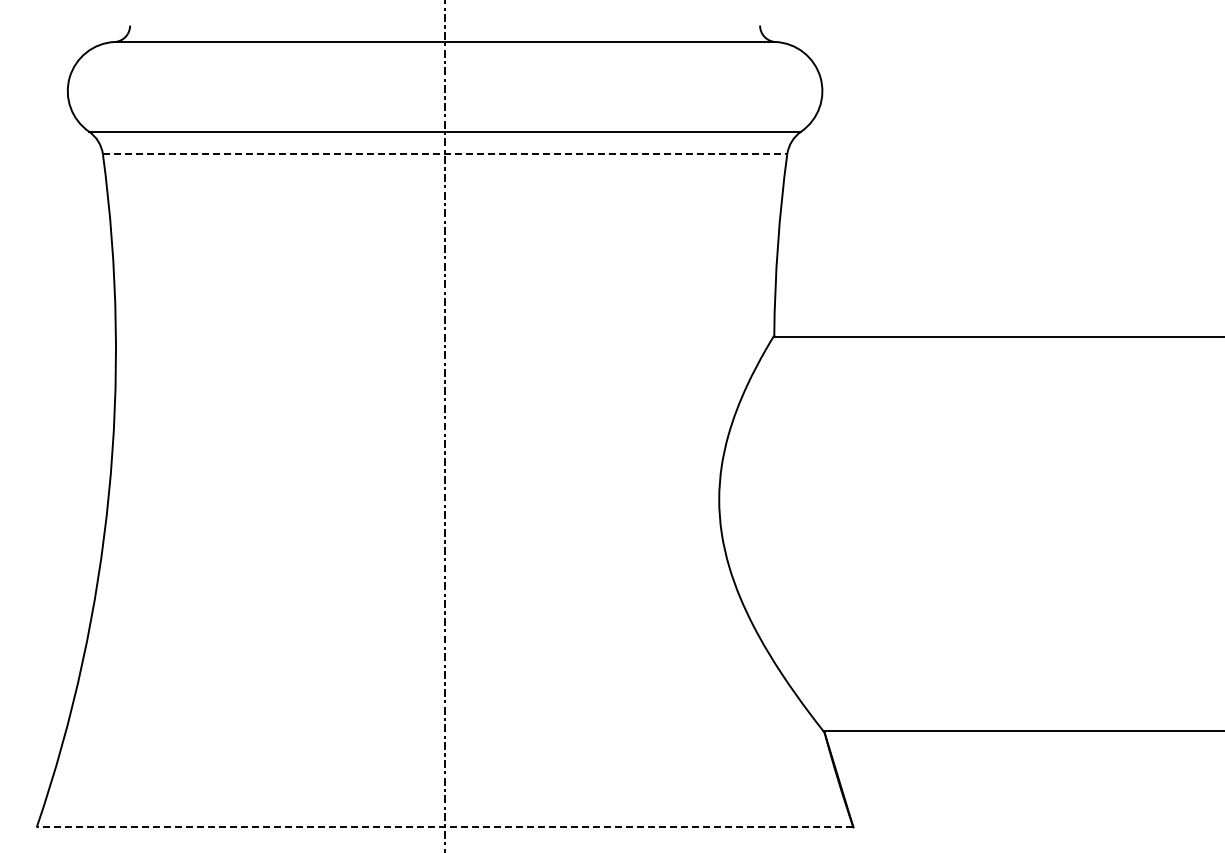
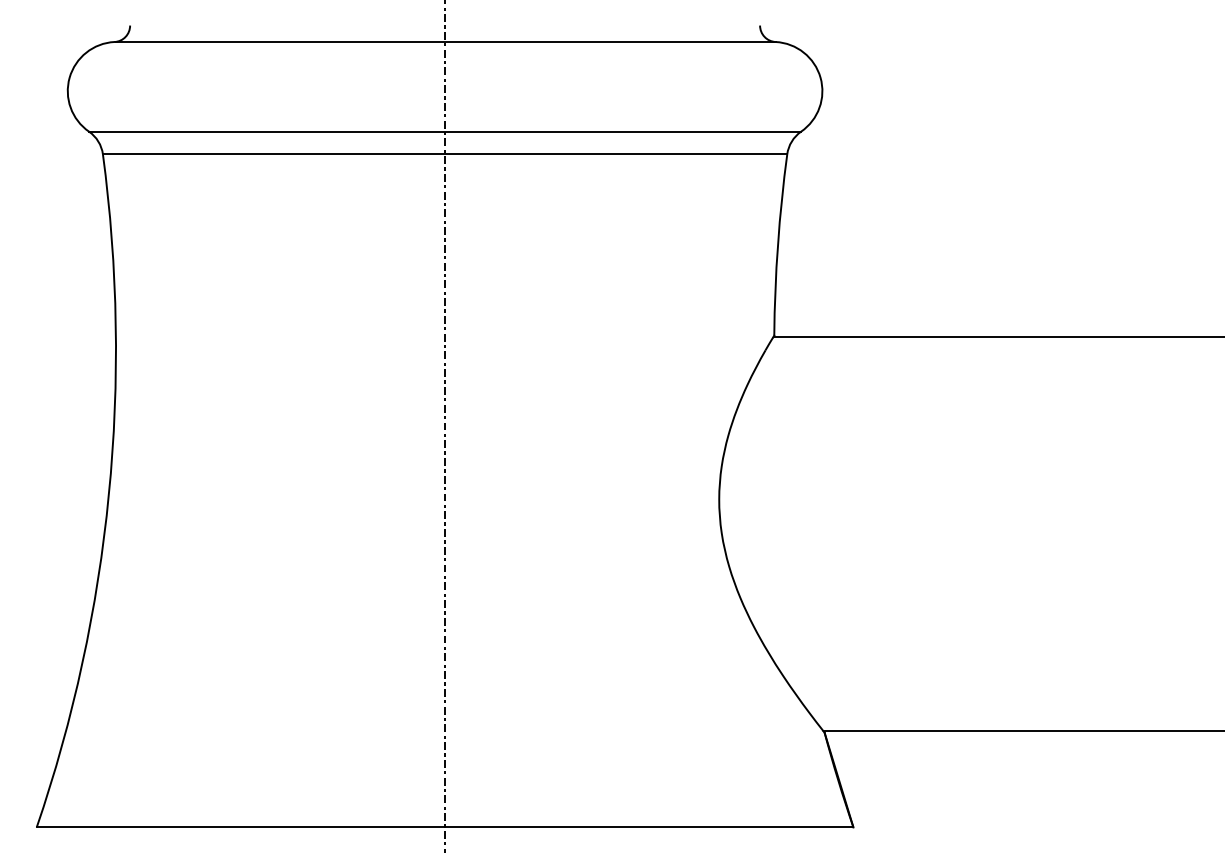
line at (445, 154): dashed -> solid
line at (444, 827): dashed -> solid
